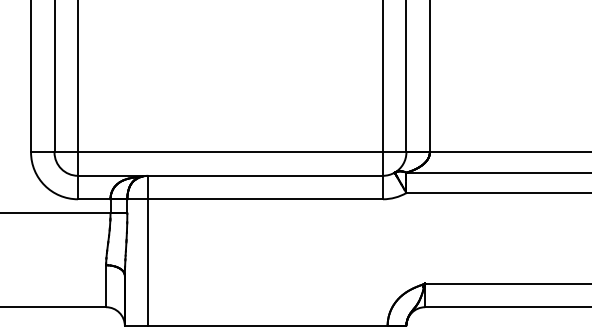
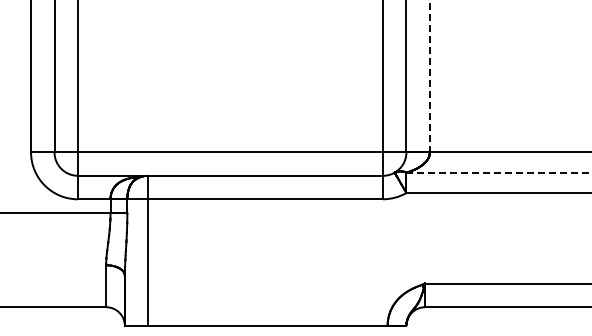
line at (429, 76): solid -> dashed
line at (499, 172): solid -> dashed
